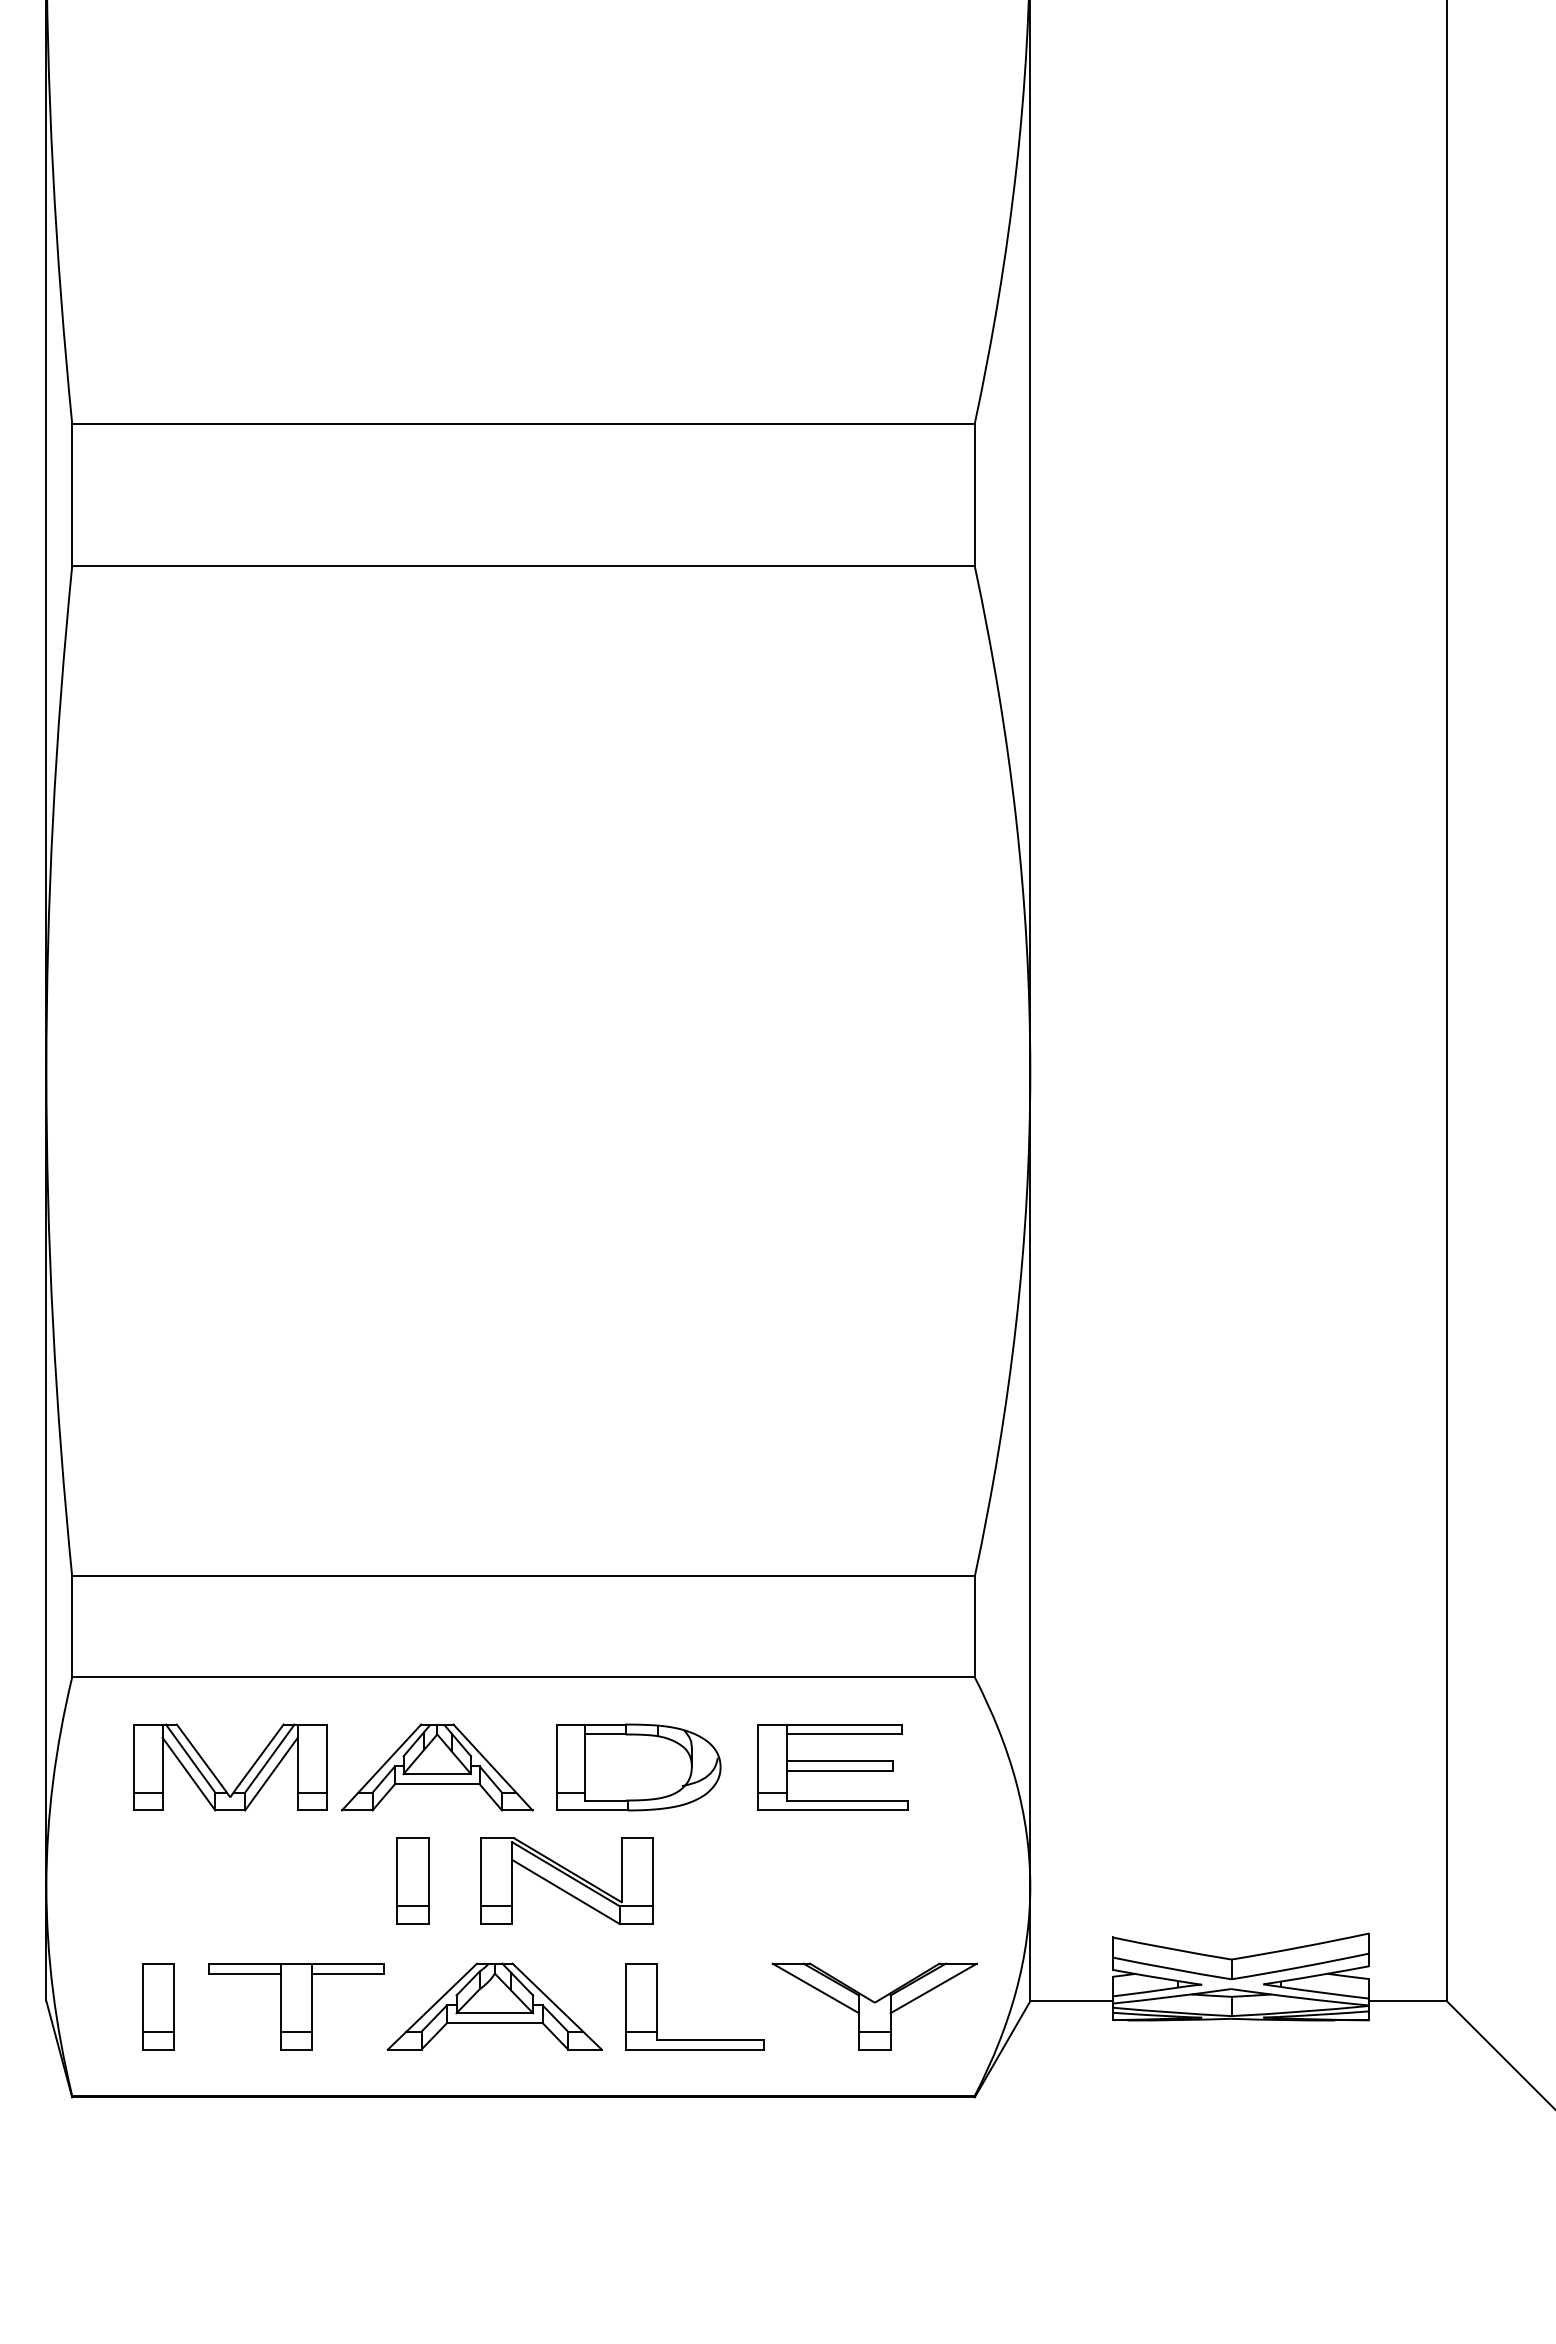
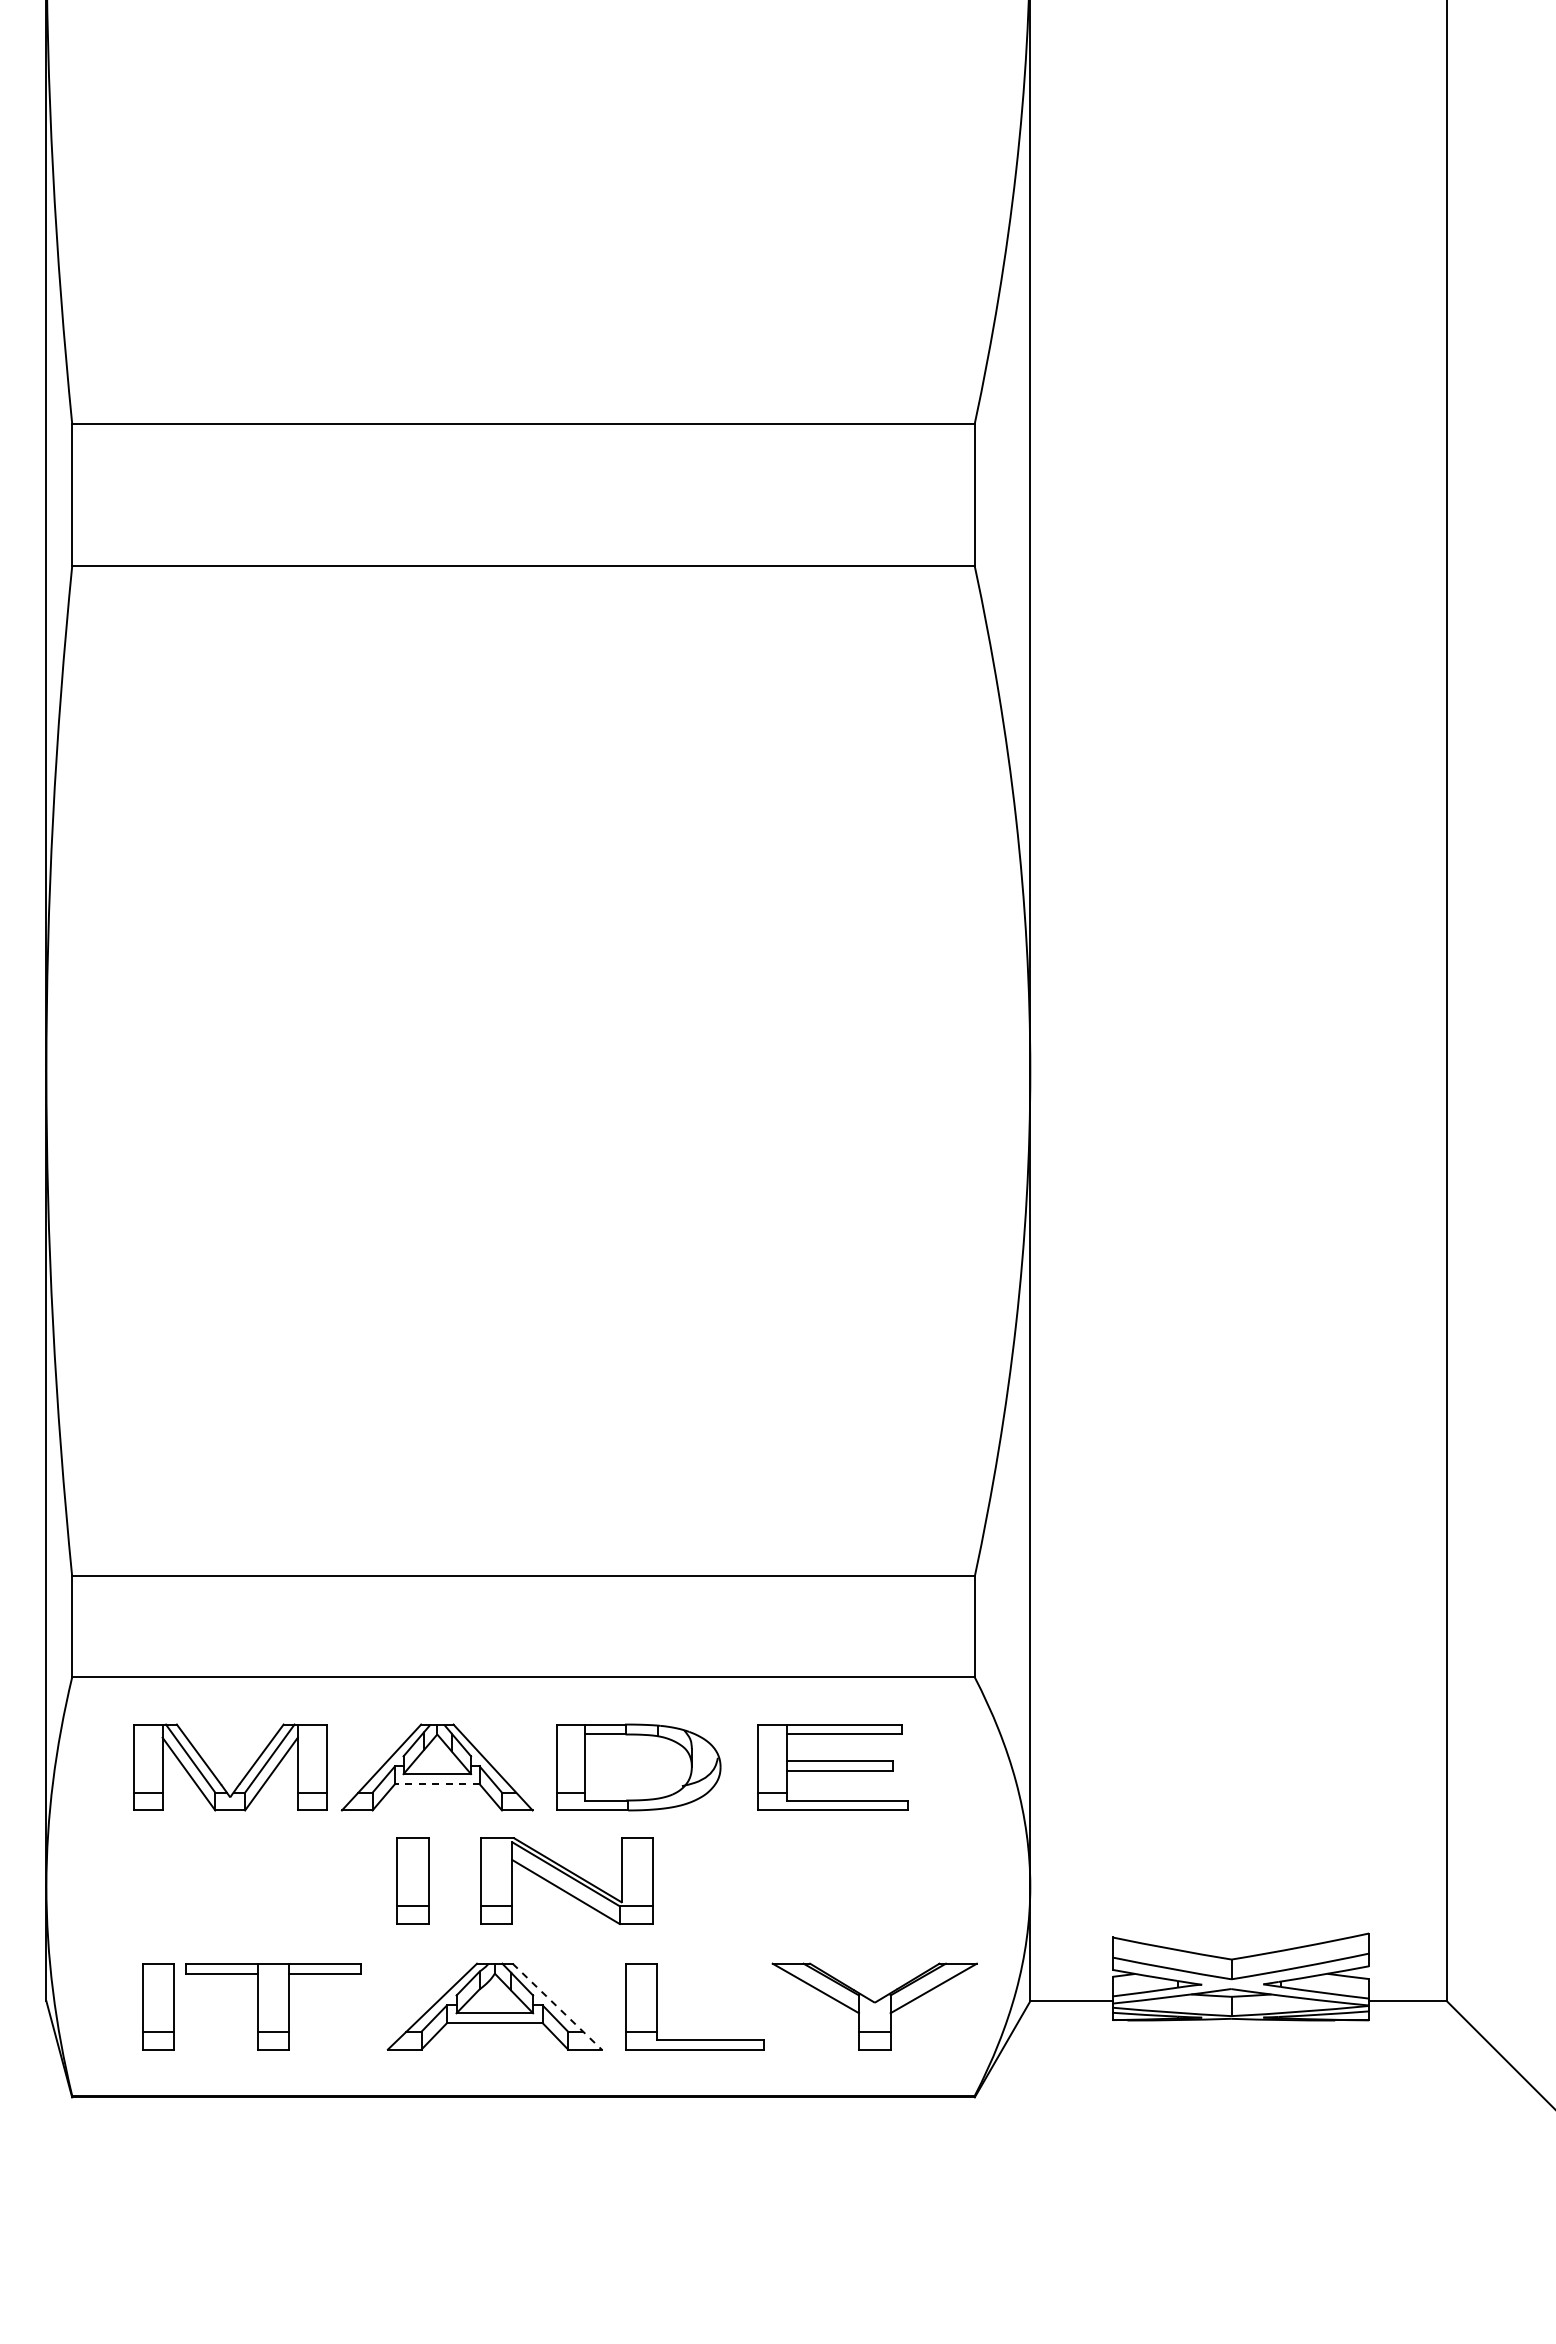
line at (436, 1784): solid -> dashed
part at (296, 2006) position: (296, 2006) -> (273, 2006)
line at (557, 2006): solid -> dashed
